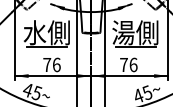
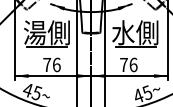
text at (34, 32): 水側 -> 湯側
text at (123, 32): 湯側 -> 水側
